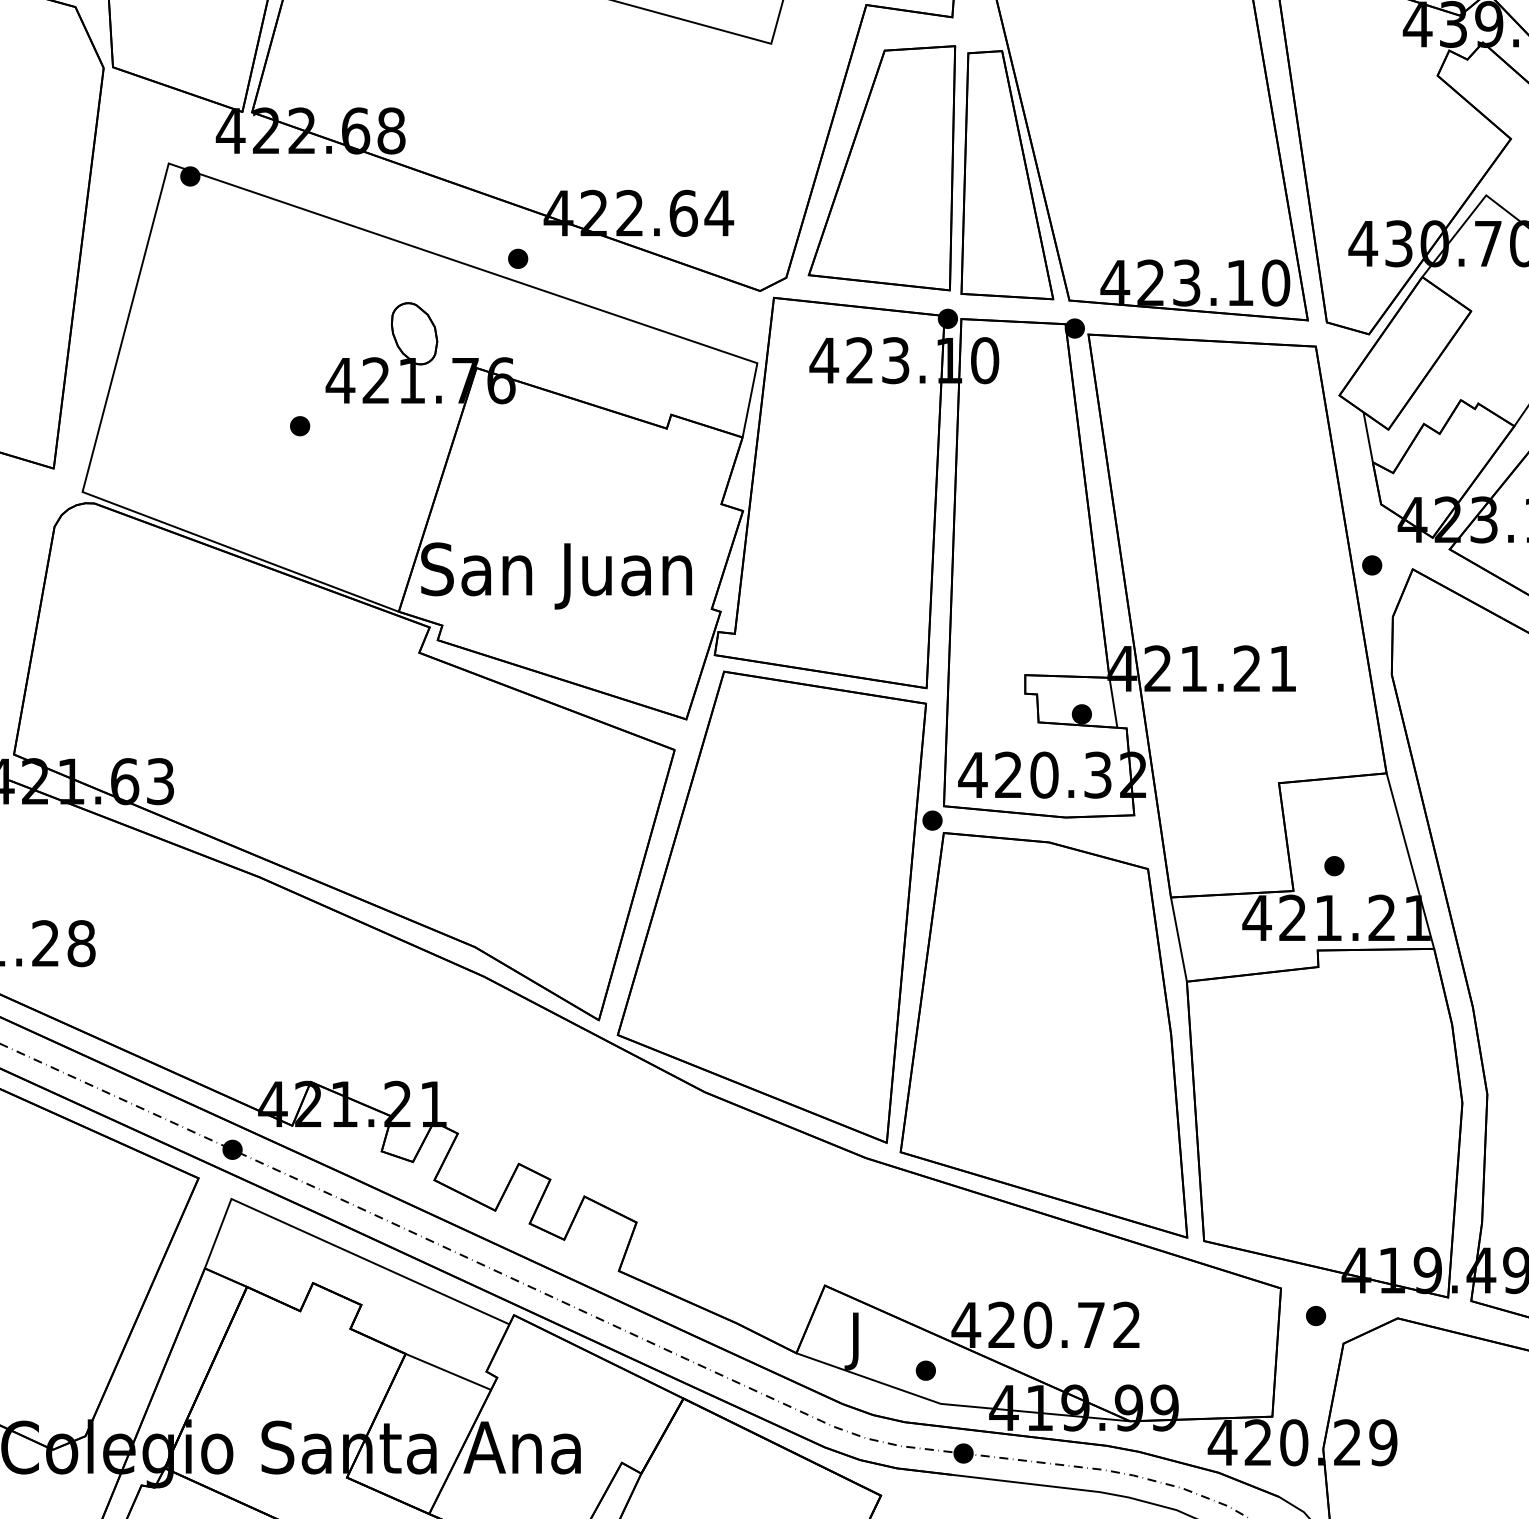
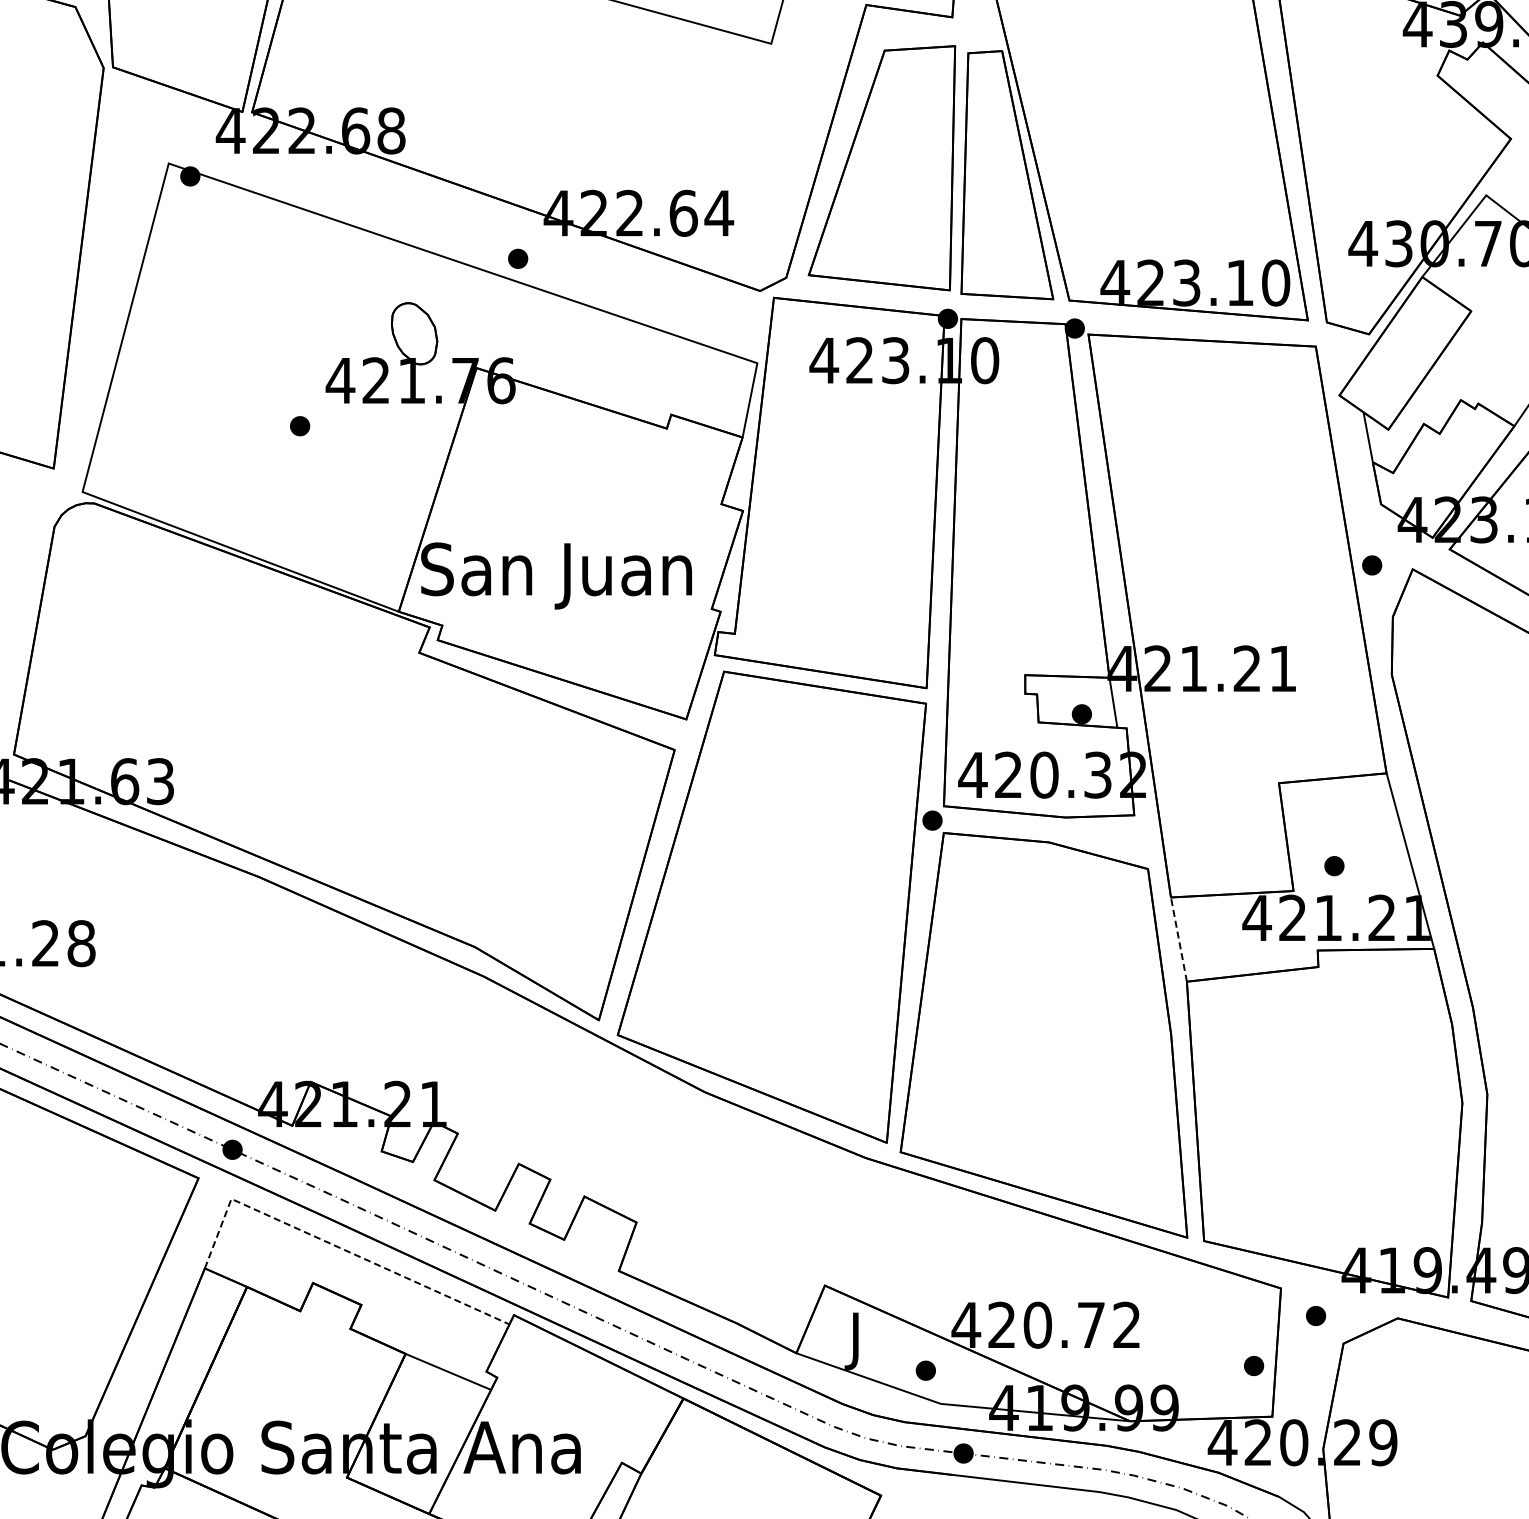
line at (1178, 939): solid -> dashed
line at (335, 1246): solid -> dashed
part at (1254, 1366): none -> present
